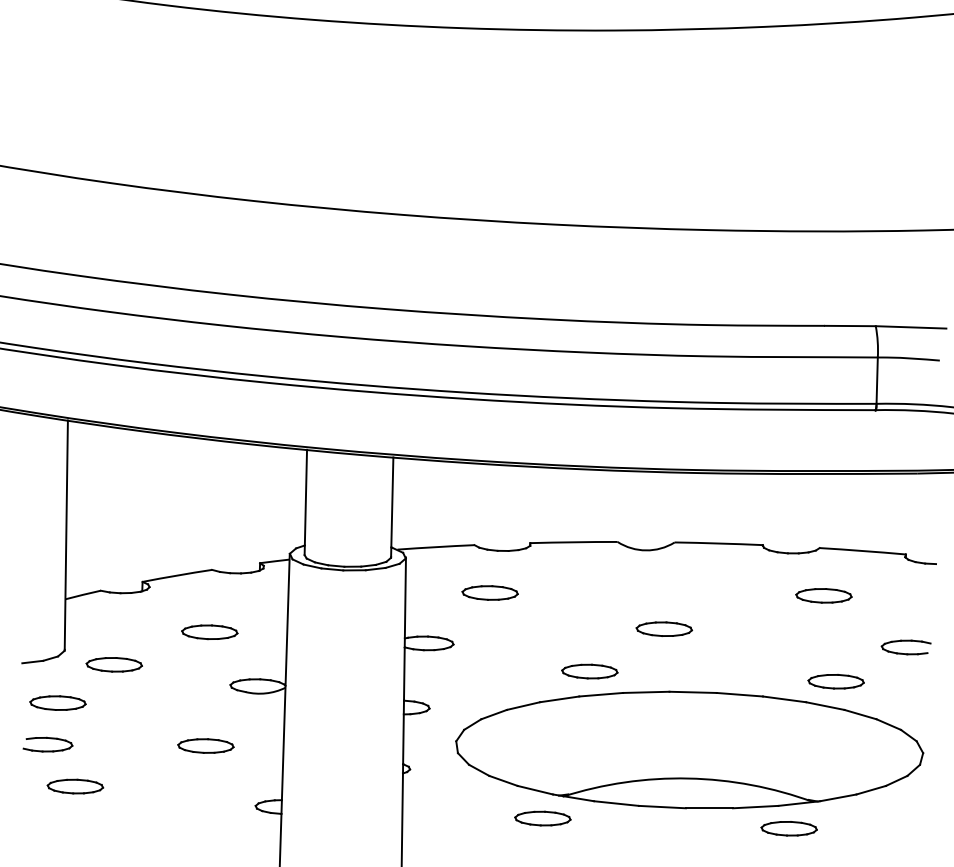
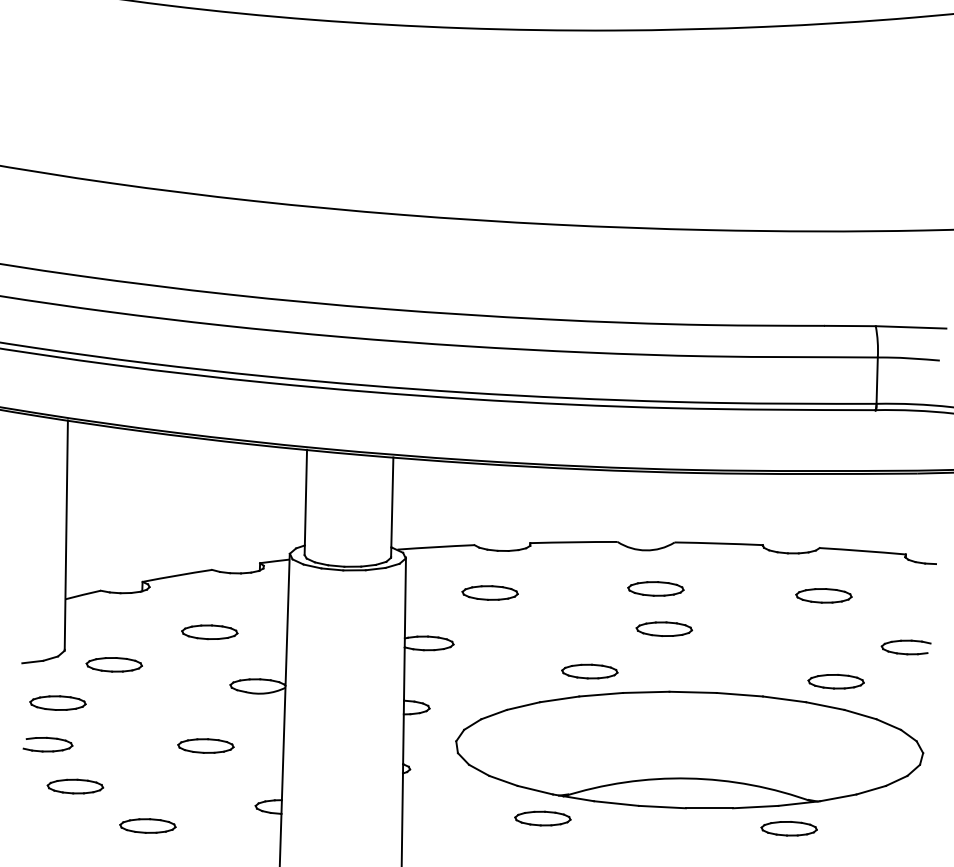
part at (655, 588): none -> present
part at (147, 825): none -> present
